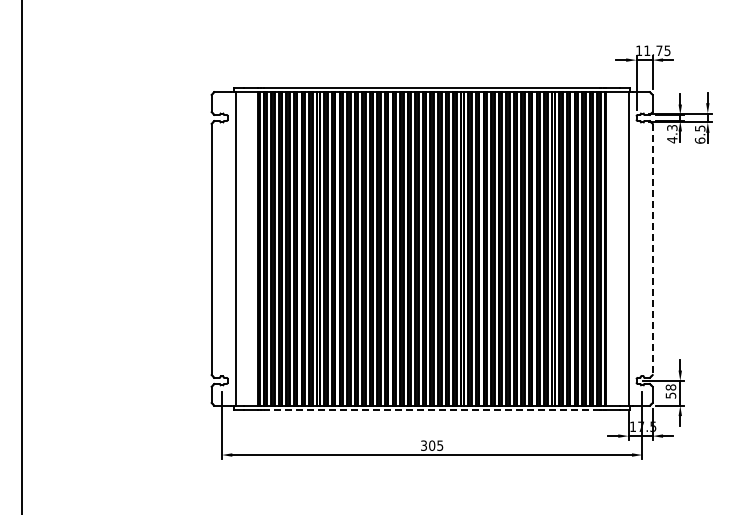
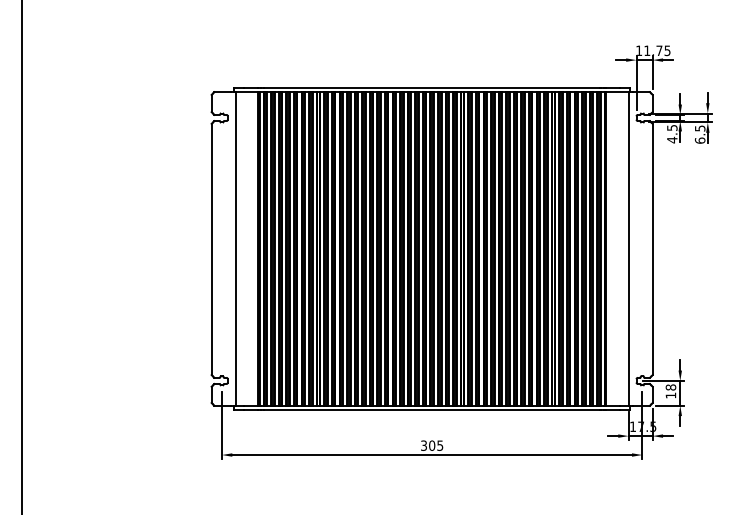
text at (671, 127): 4.3 -> 4.5
line at (652, 249): dashed -> solid
text at (670, 395): 58 -> 18
line at (431, 410): dashed -> solid
